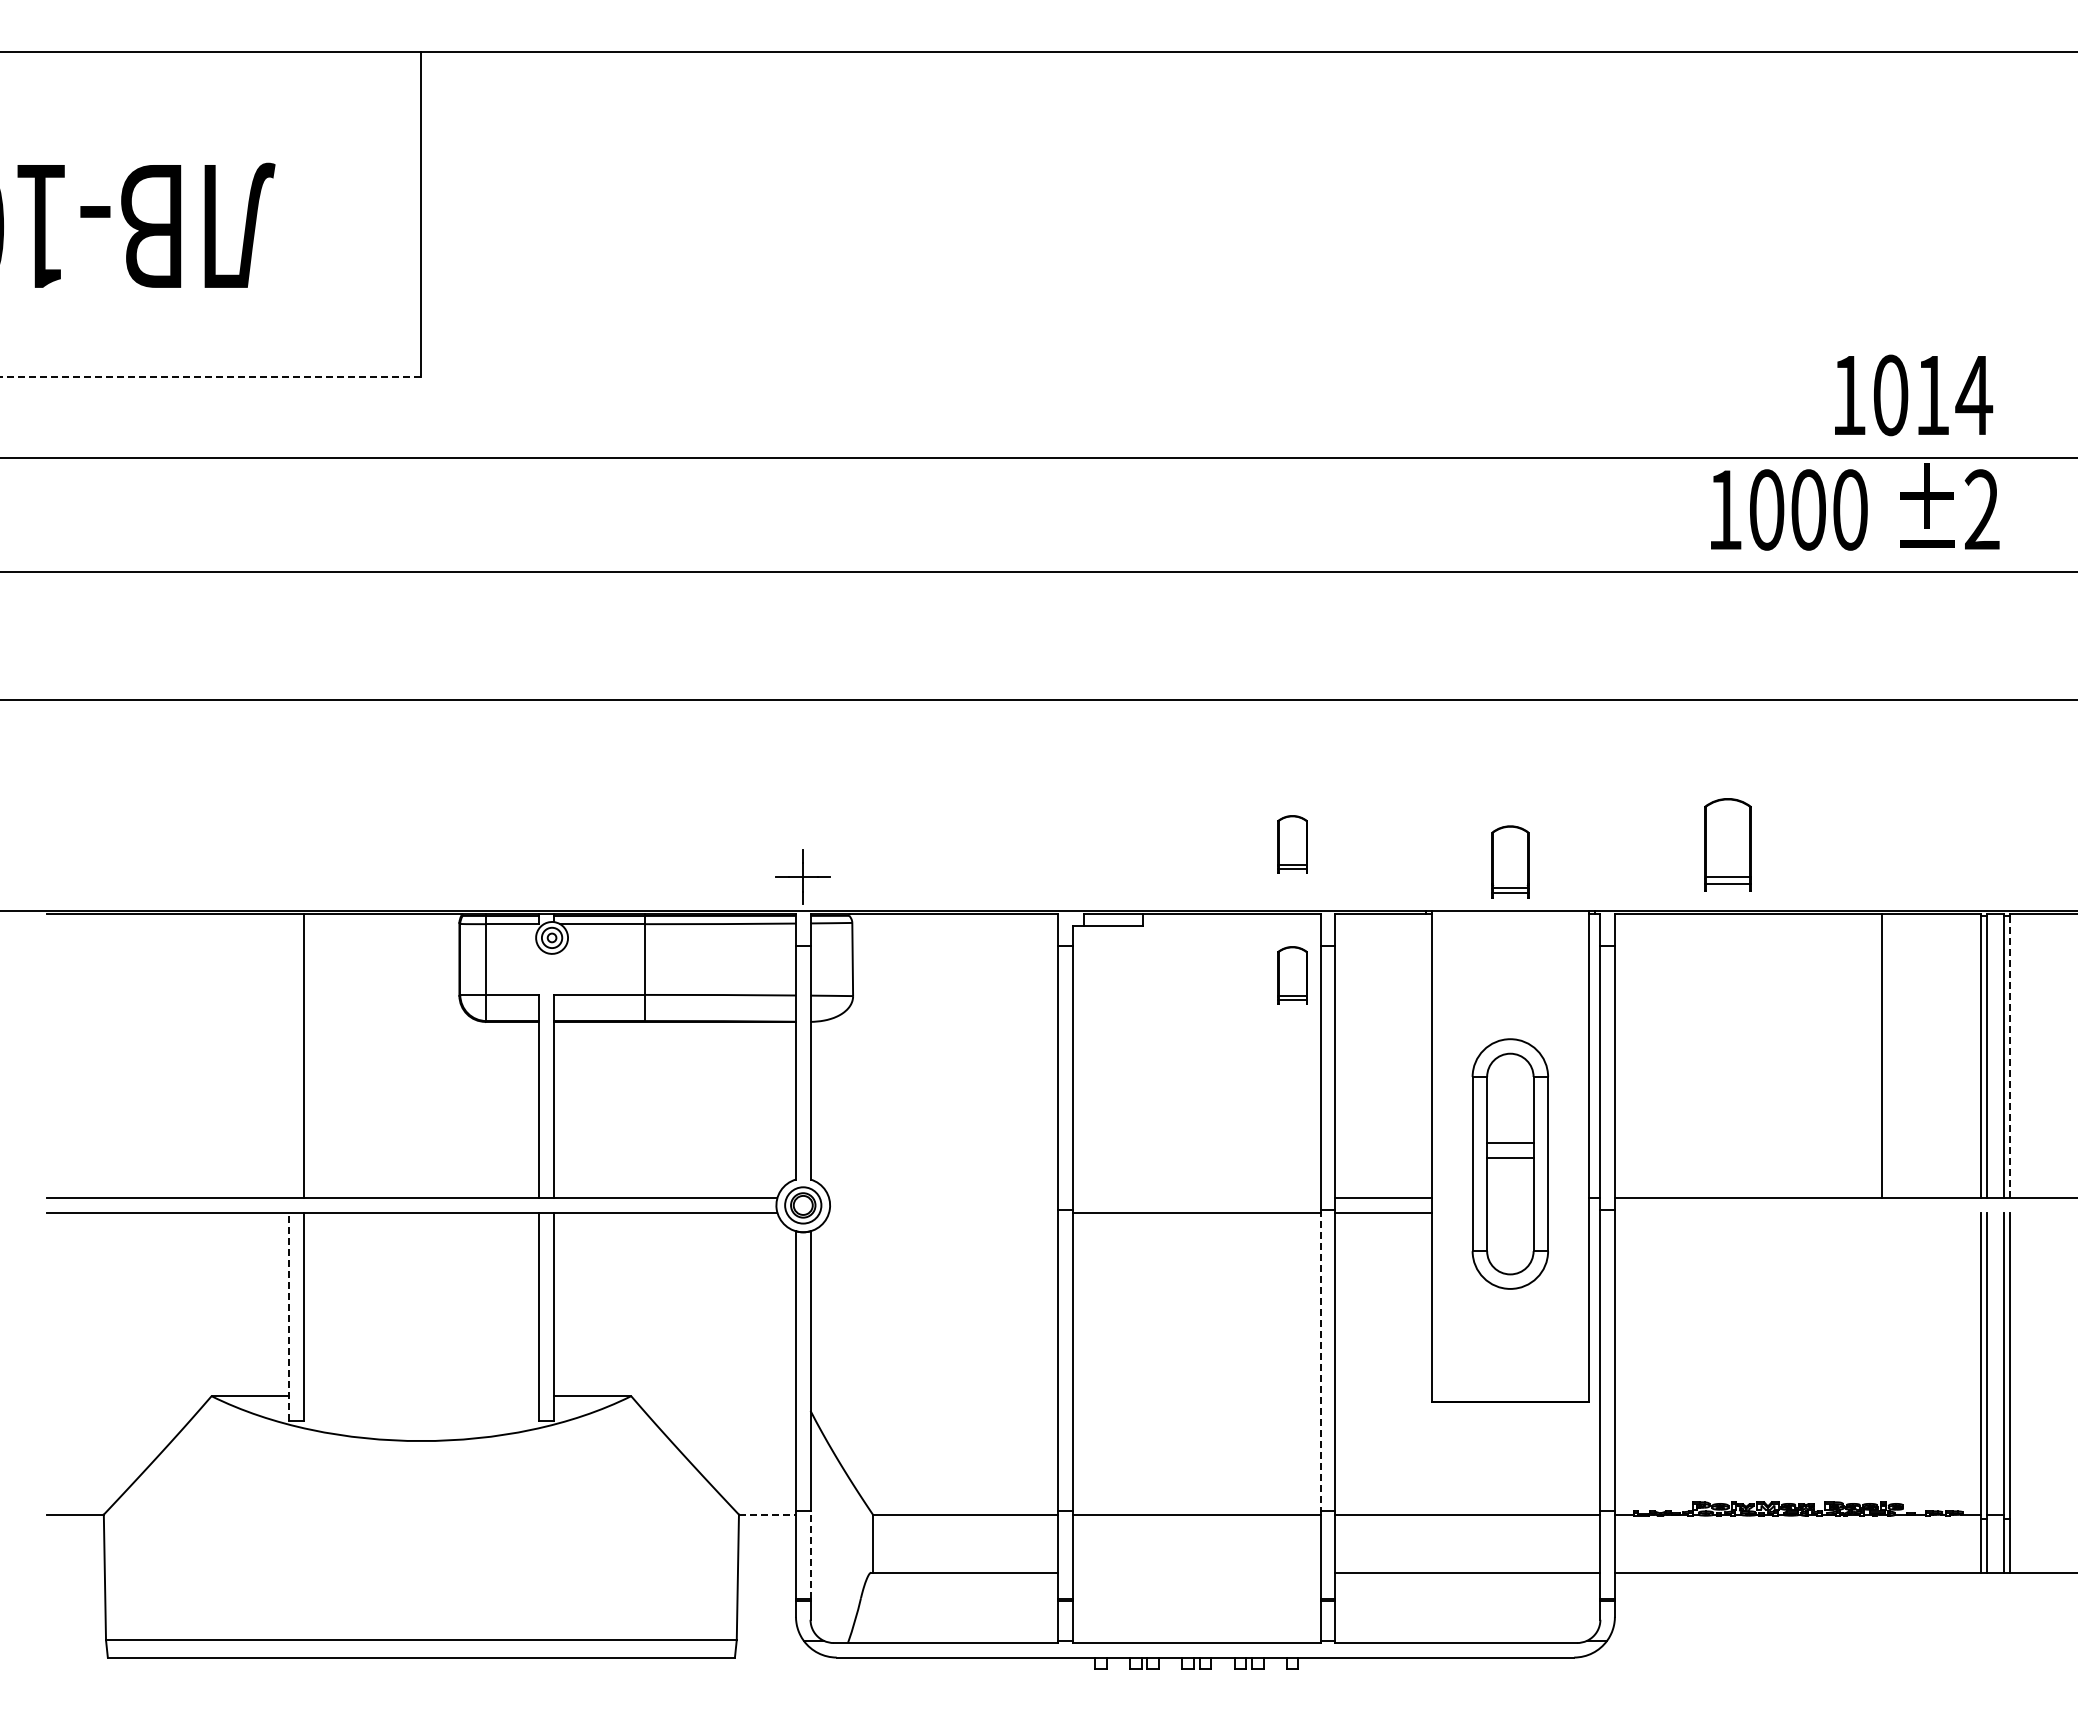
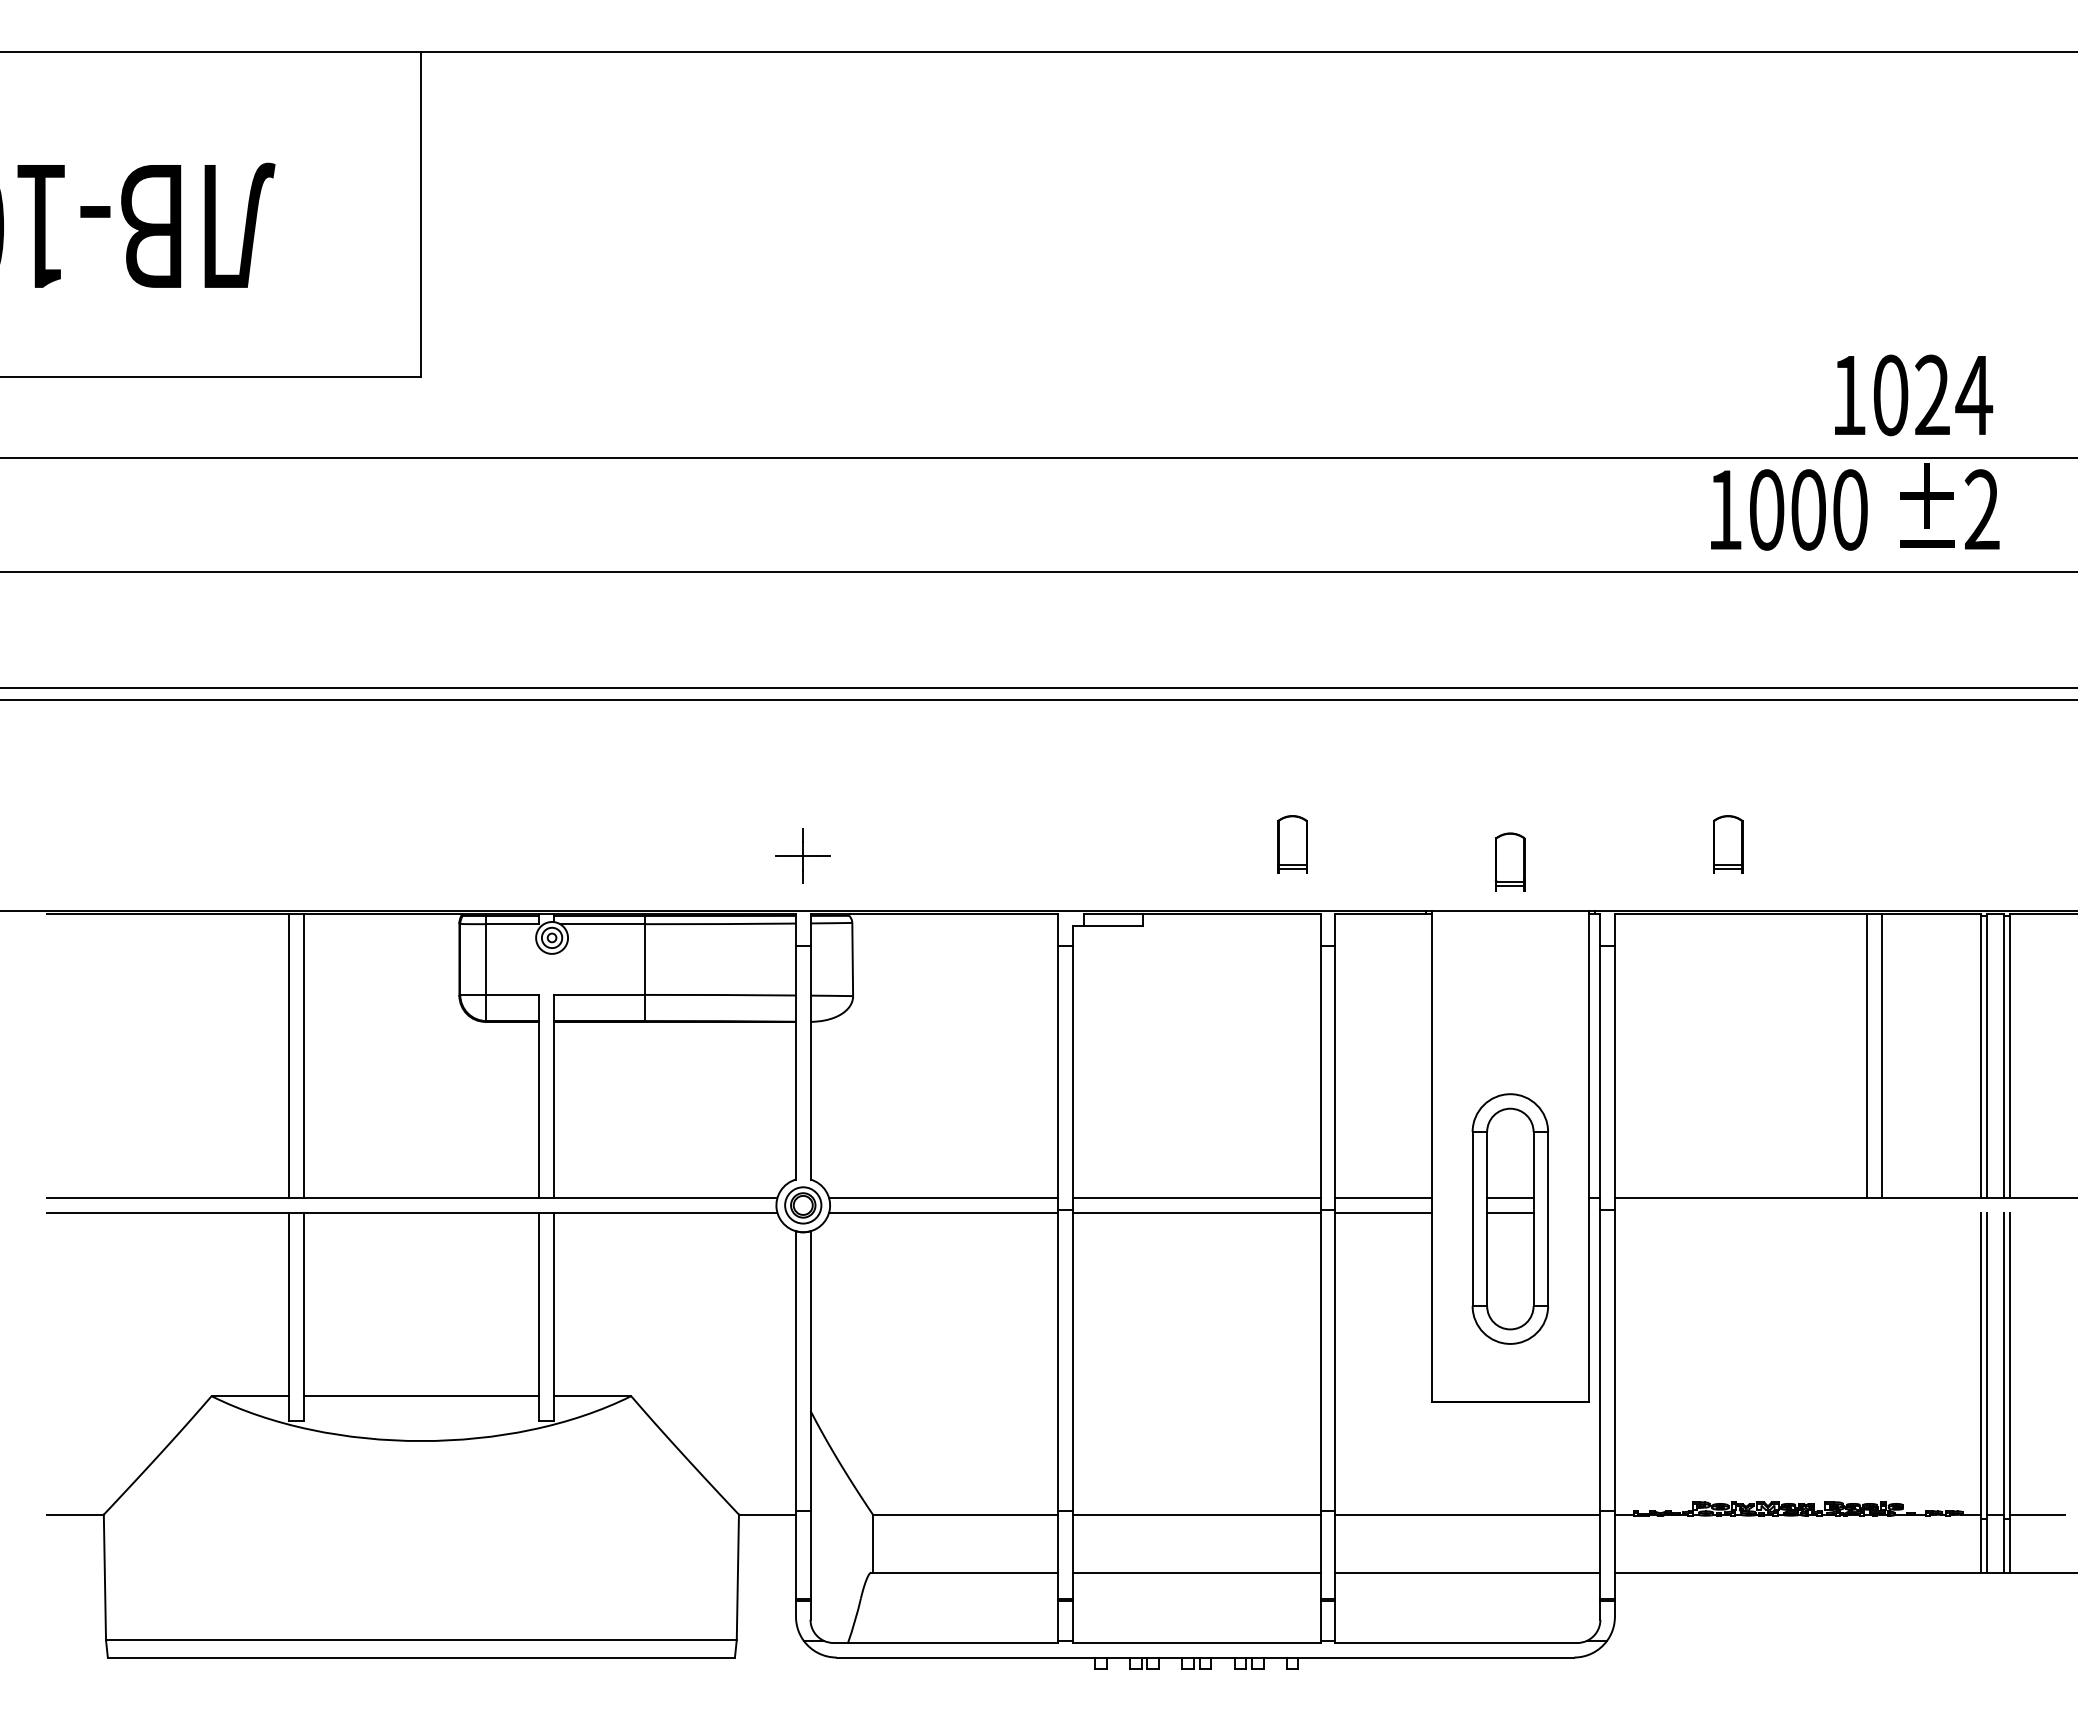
line at (210, 377): dashed -> solid
text at (1932, 394): 1014 -> 1024
line at (1038, 687): none -> present
part at (1727, 844) size: 48x94 px -> 31x59 px
part at (1510, 861) size: 39x74 px -> 32x60 px
part at (802, 876) position: (802, 876) -> (802, 855)
part at (1292, 975): present -> none
line at (289, 1056): none -> present
line at (1867, 1056): none -> present
line at (2009, 1057): dashed -> solid
part at (1509, 1163) position: (1509, 1163) -> (1509, 1218)
line at (943, 1198): none -> present
line at (1196, 1198): none -> present
line at (943, 1212): none -> present
line at (289, 1316): dashed -> solid
line at (1320, 1360): dashed -> solid
line at (421, 1396): none -> present
line at (767, 1514): dashed -> solid
line at (2037, 1514): none -> present
line at (810, 1555): dashed -> solid
line at (1196, 1572): none -> present
